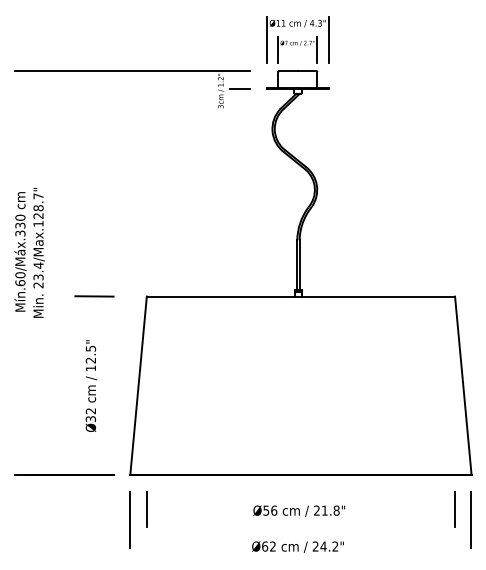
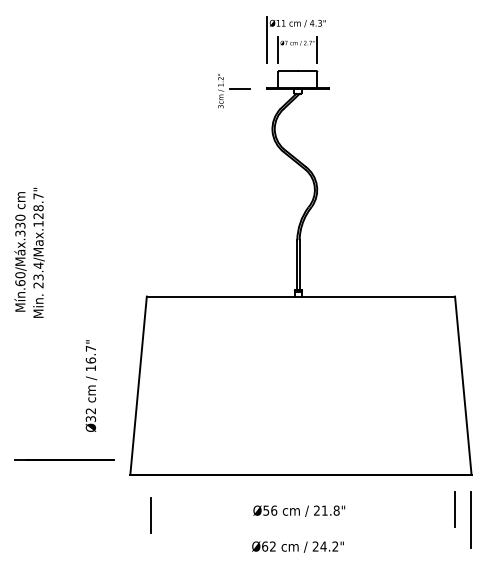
line at (328, 40): present -> none
line at (132, 71): present -> none
line at (94, 296): present -> none
text at (90, 354): 12.5" -> 16.7"
line at (64, 474) position: (64, 474) -> (64, 459)
line at (146, 509) position: (146, 509) -> (150, 515)
line at (130, 519): present -> none
